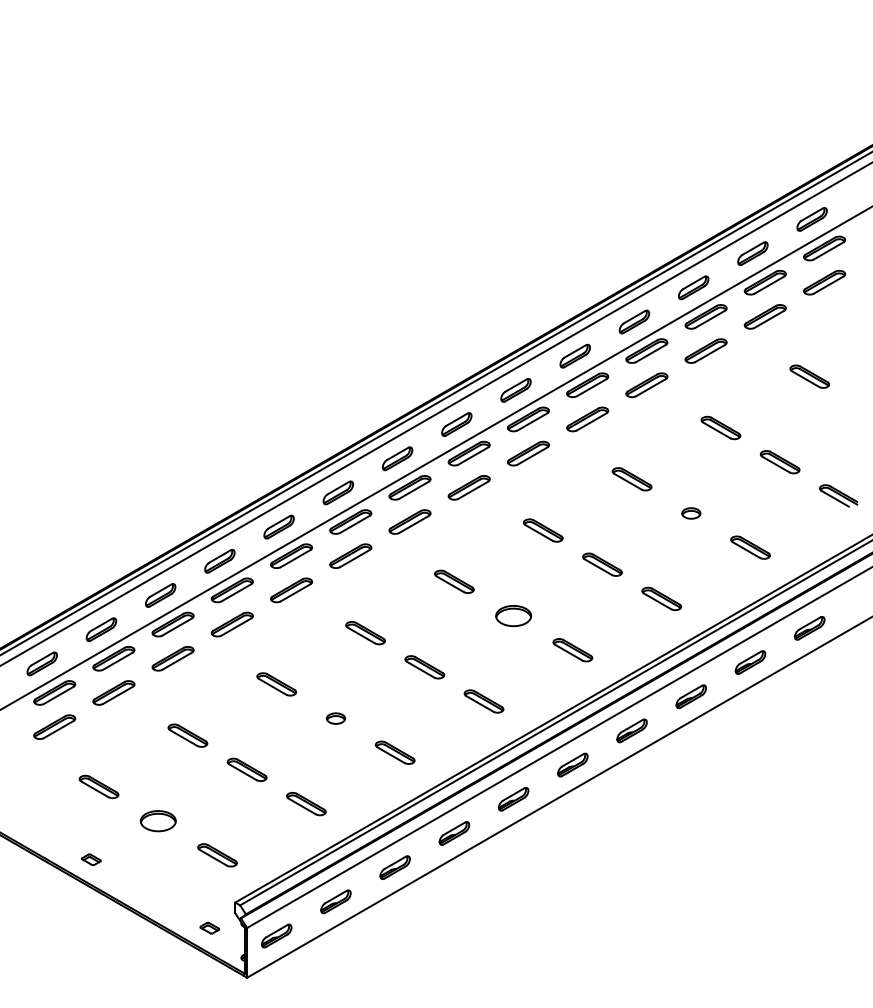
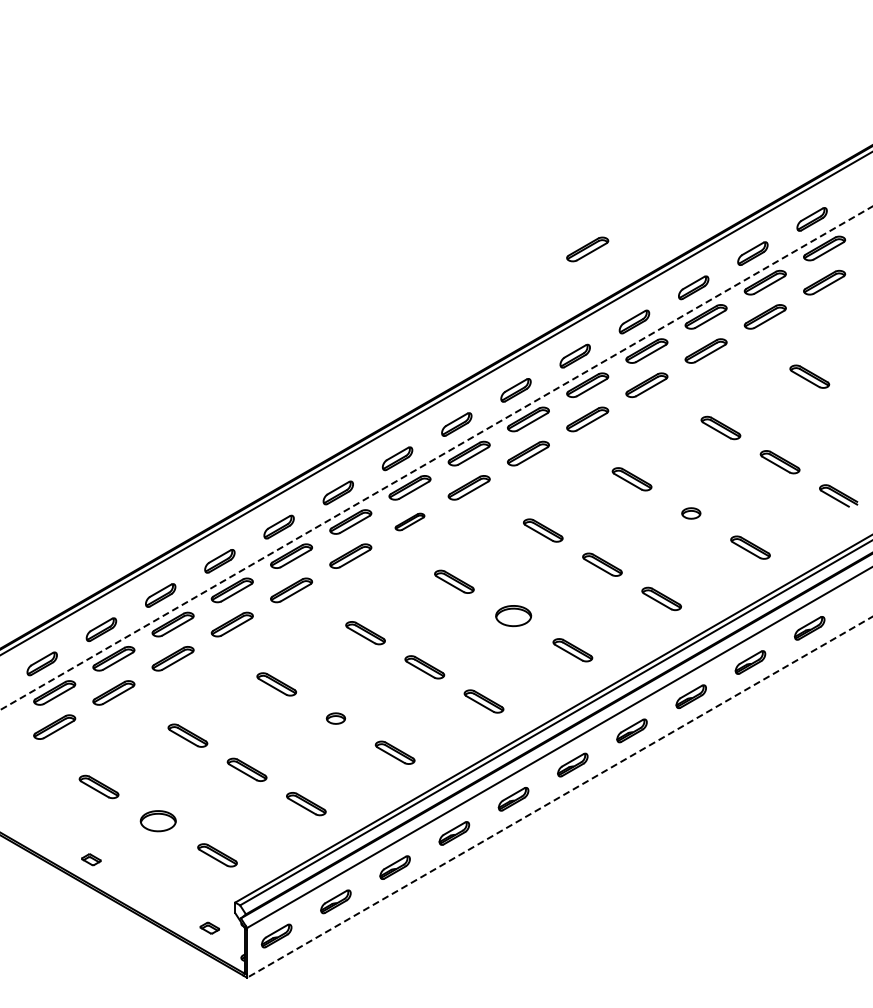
part at (587, 249): none -> present
line at (435, 414): present -> none
line at (436, 458): solid -> dashed
part at (409, 521) size: 44x26 px -> 32x20 px
line at (559, 797): solid -> dashed
